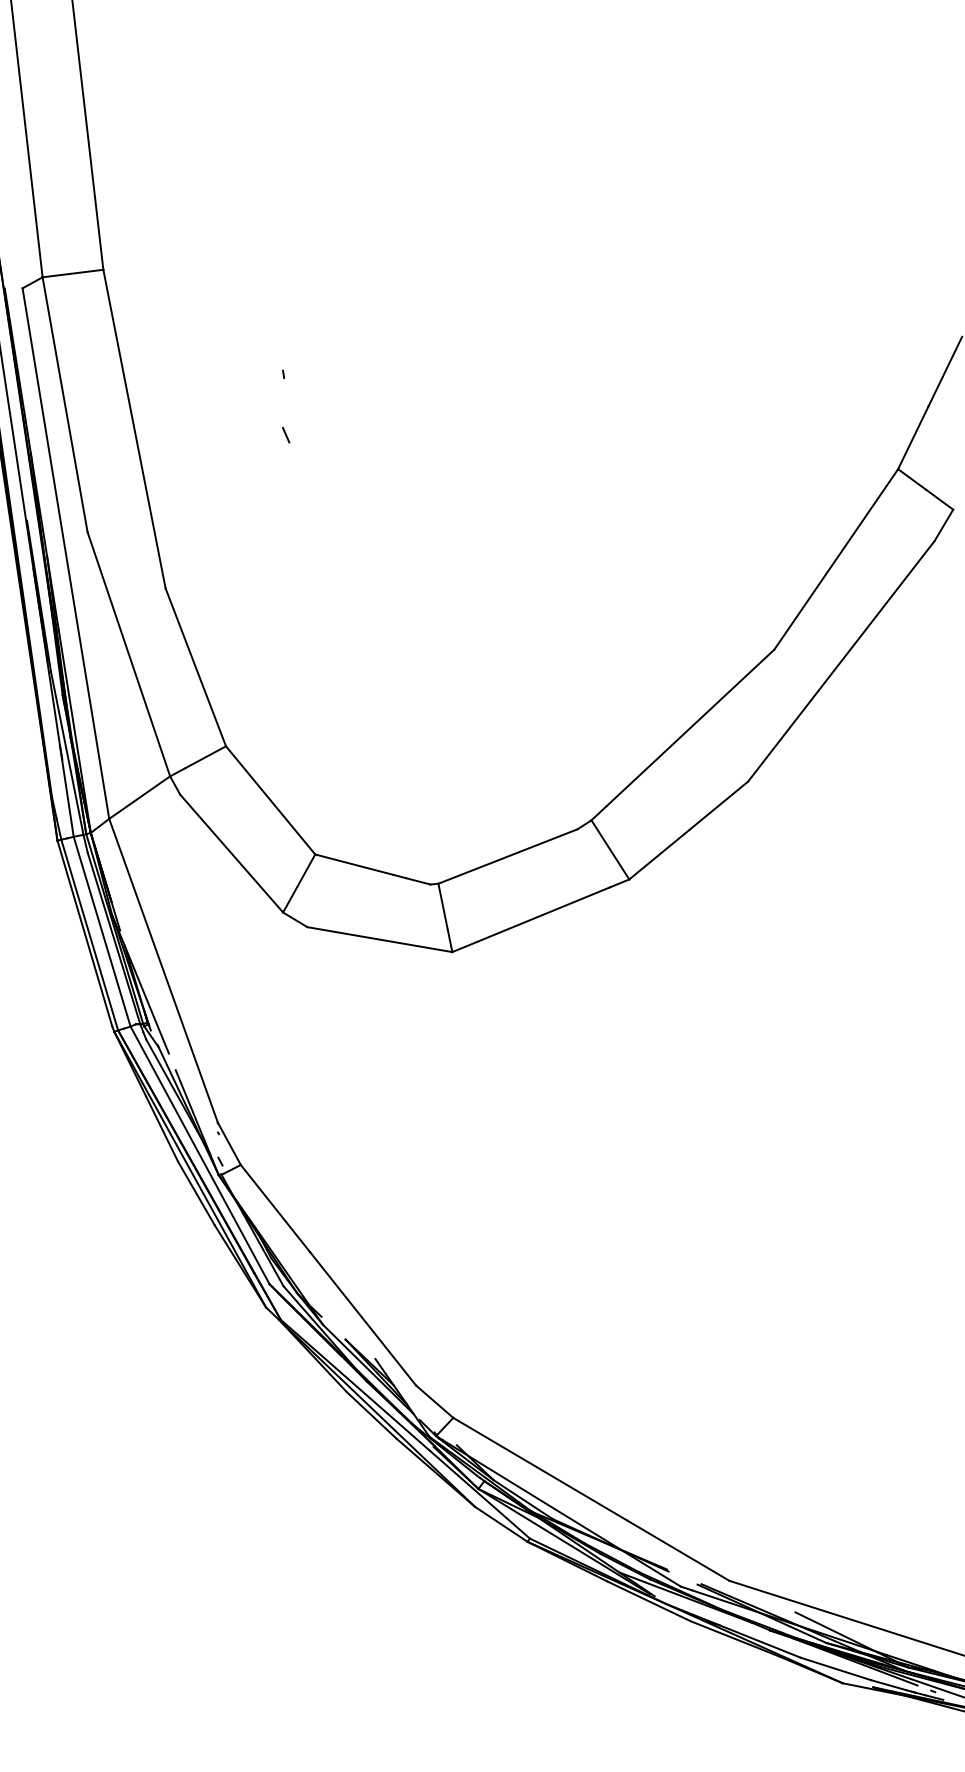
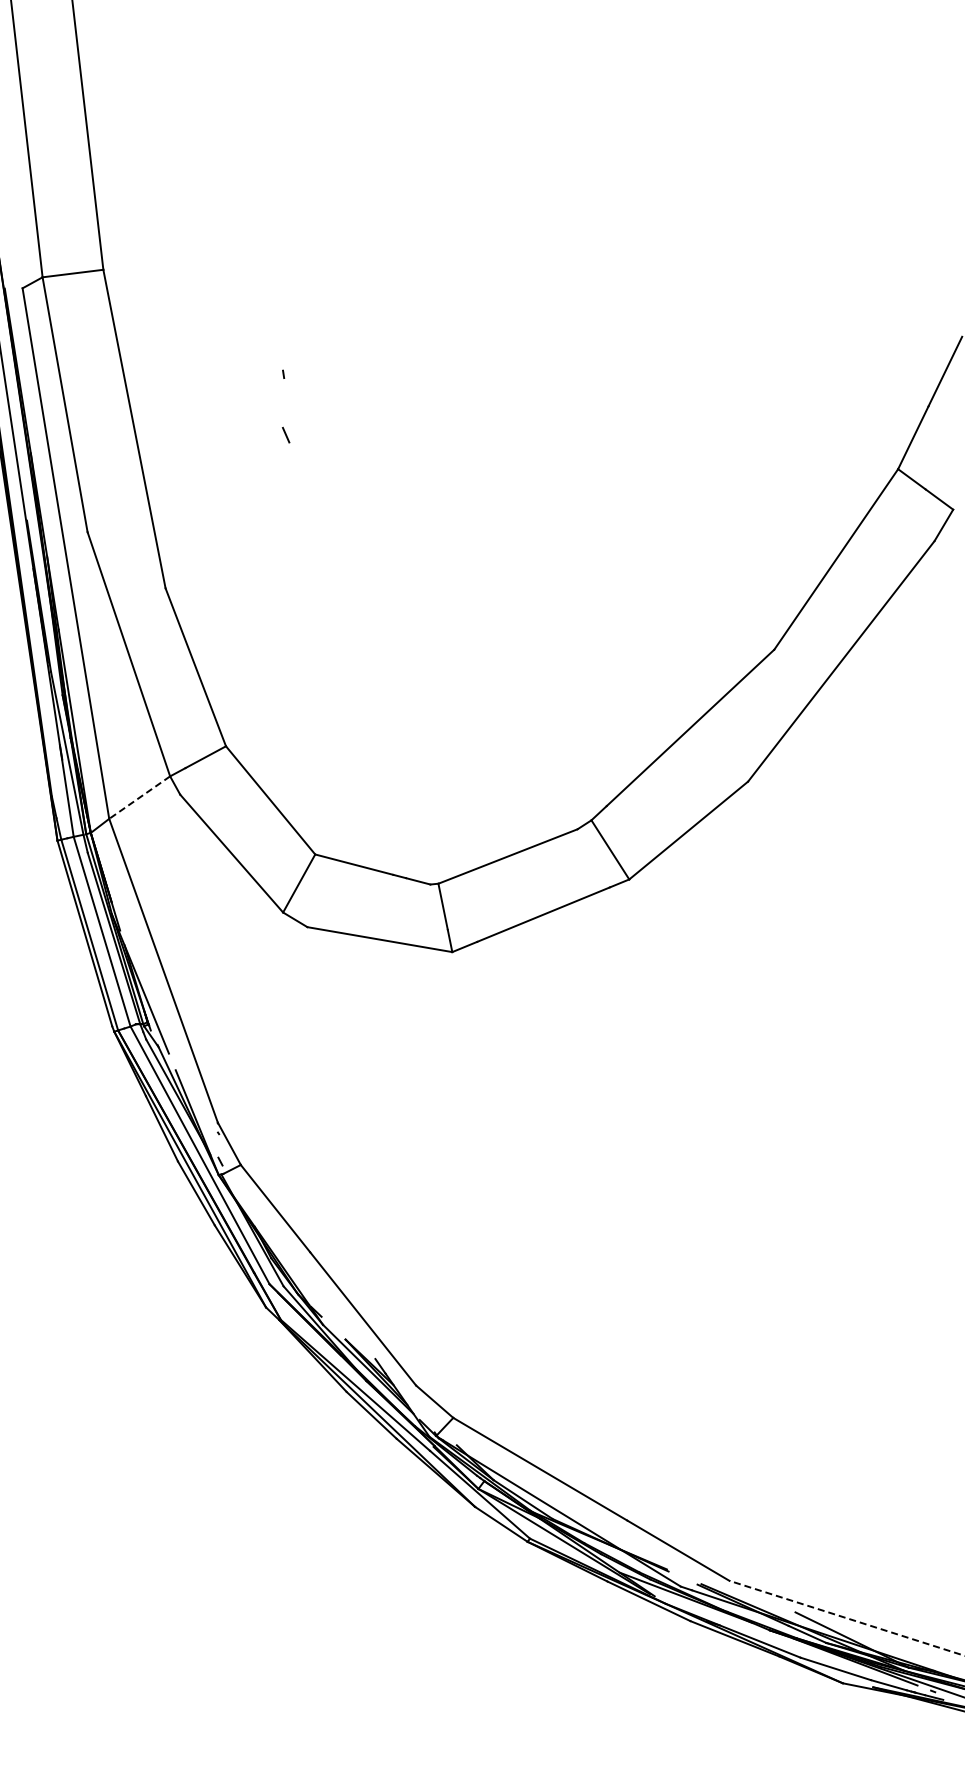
line at (139, 797): solid -> dashed
line at (846, 1618): solid -> dashed
